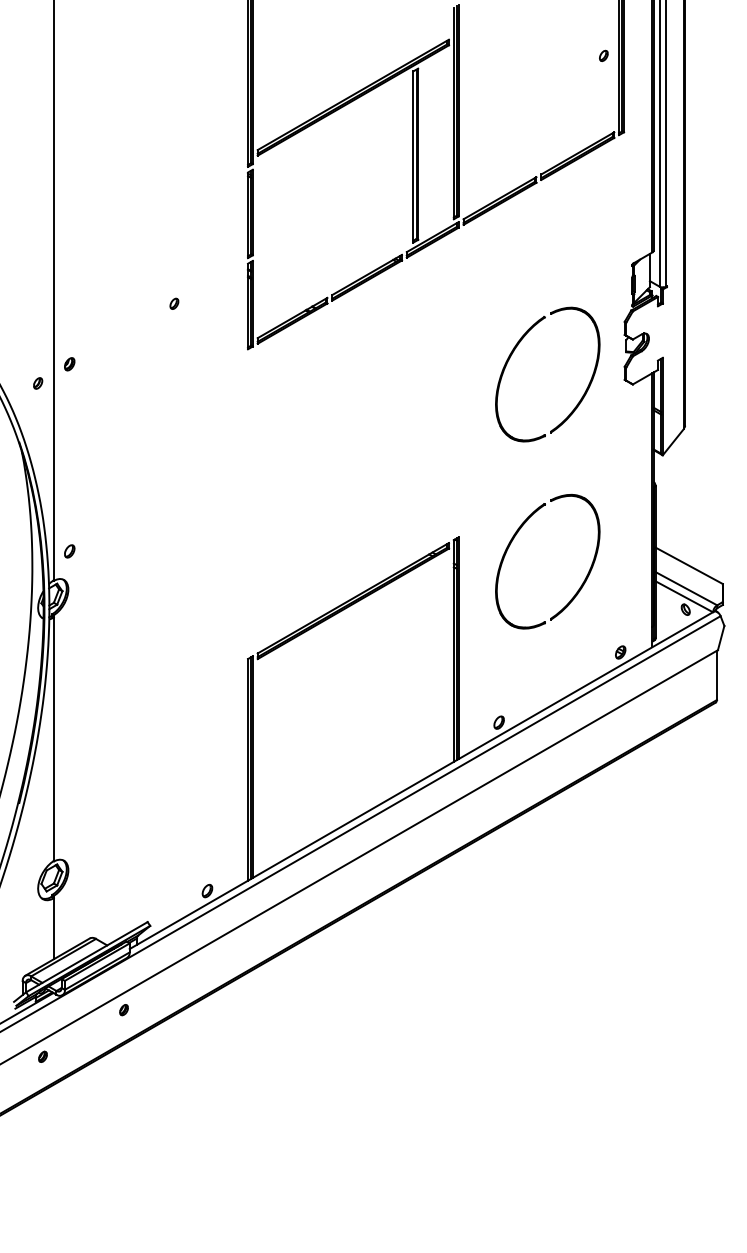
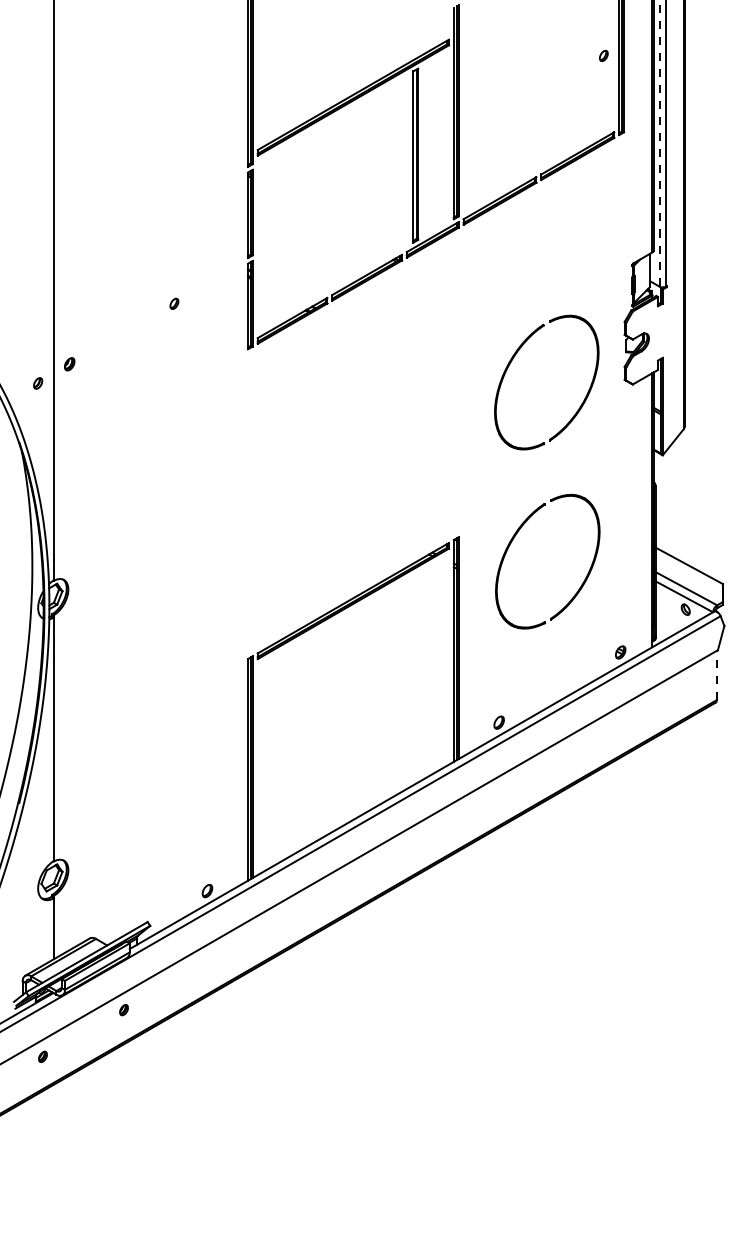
line at (659, 143): solid -> dashed
part at (514, 351) position: (514, 351) -> (513, 359)
part at (69, 551): present -> none
line at (717, 675): solid -> dashed
